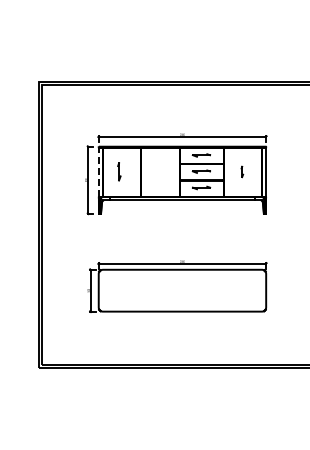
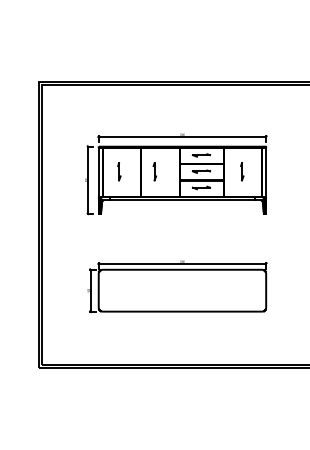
line at (98, 171): dashed -> solid
part at (154, 171): none -> present
part at (242, 171) size: 5x14 px -> 5x20 px
